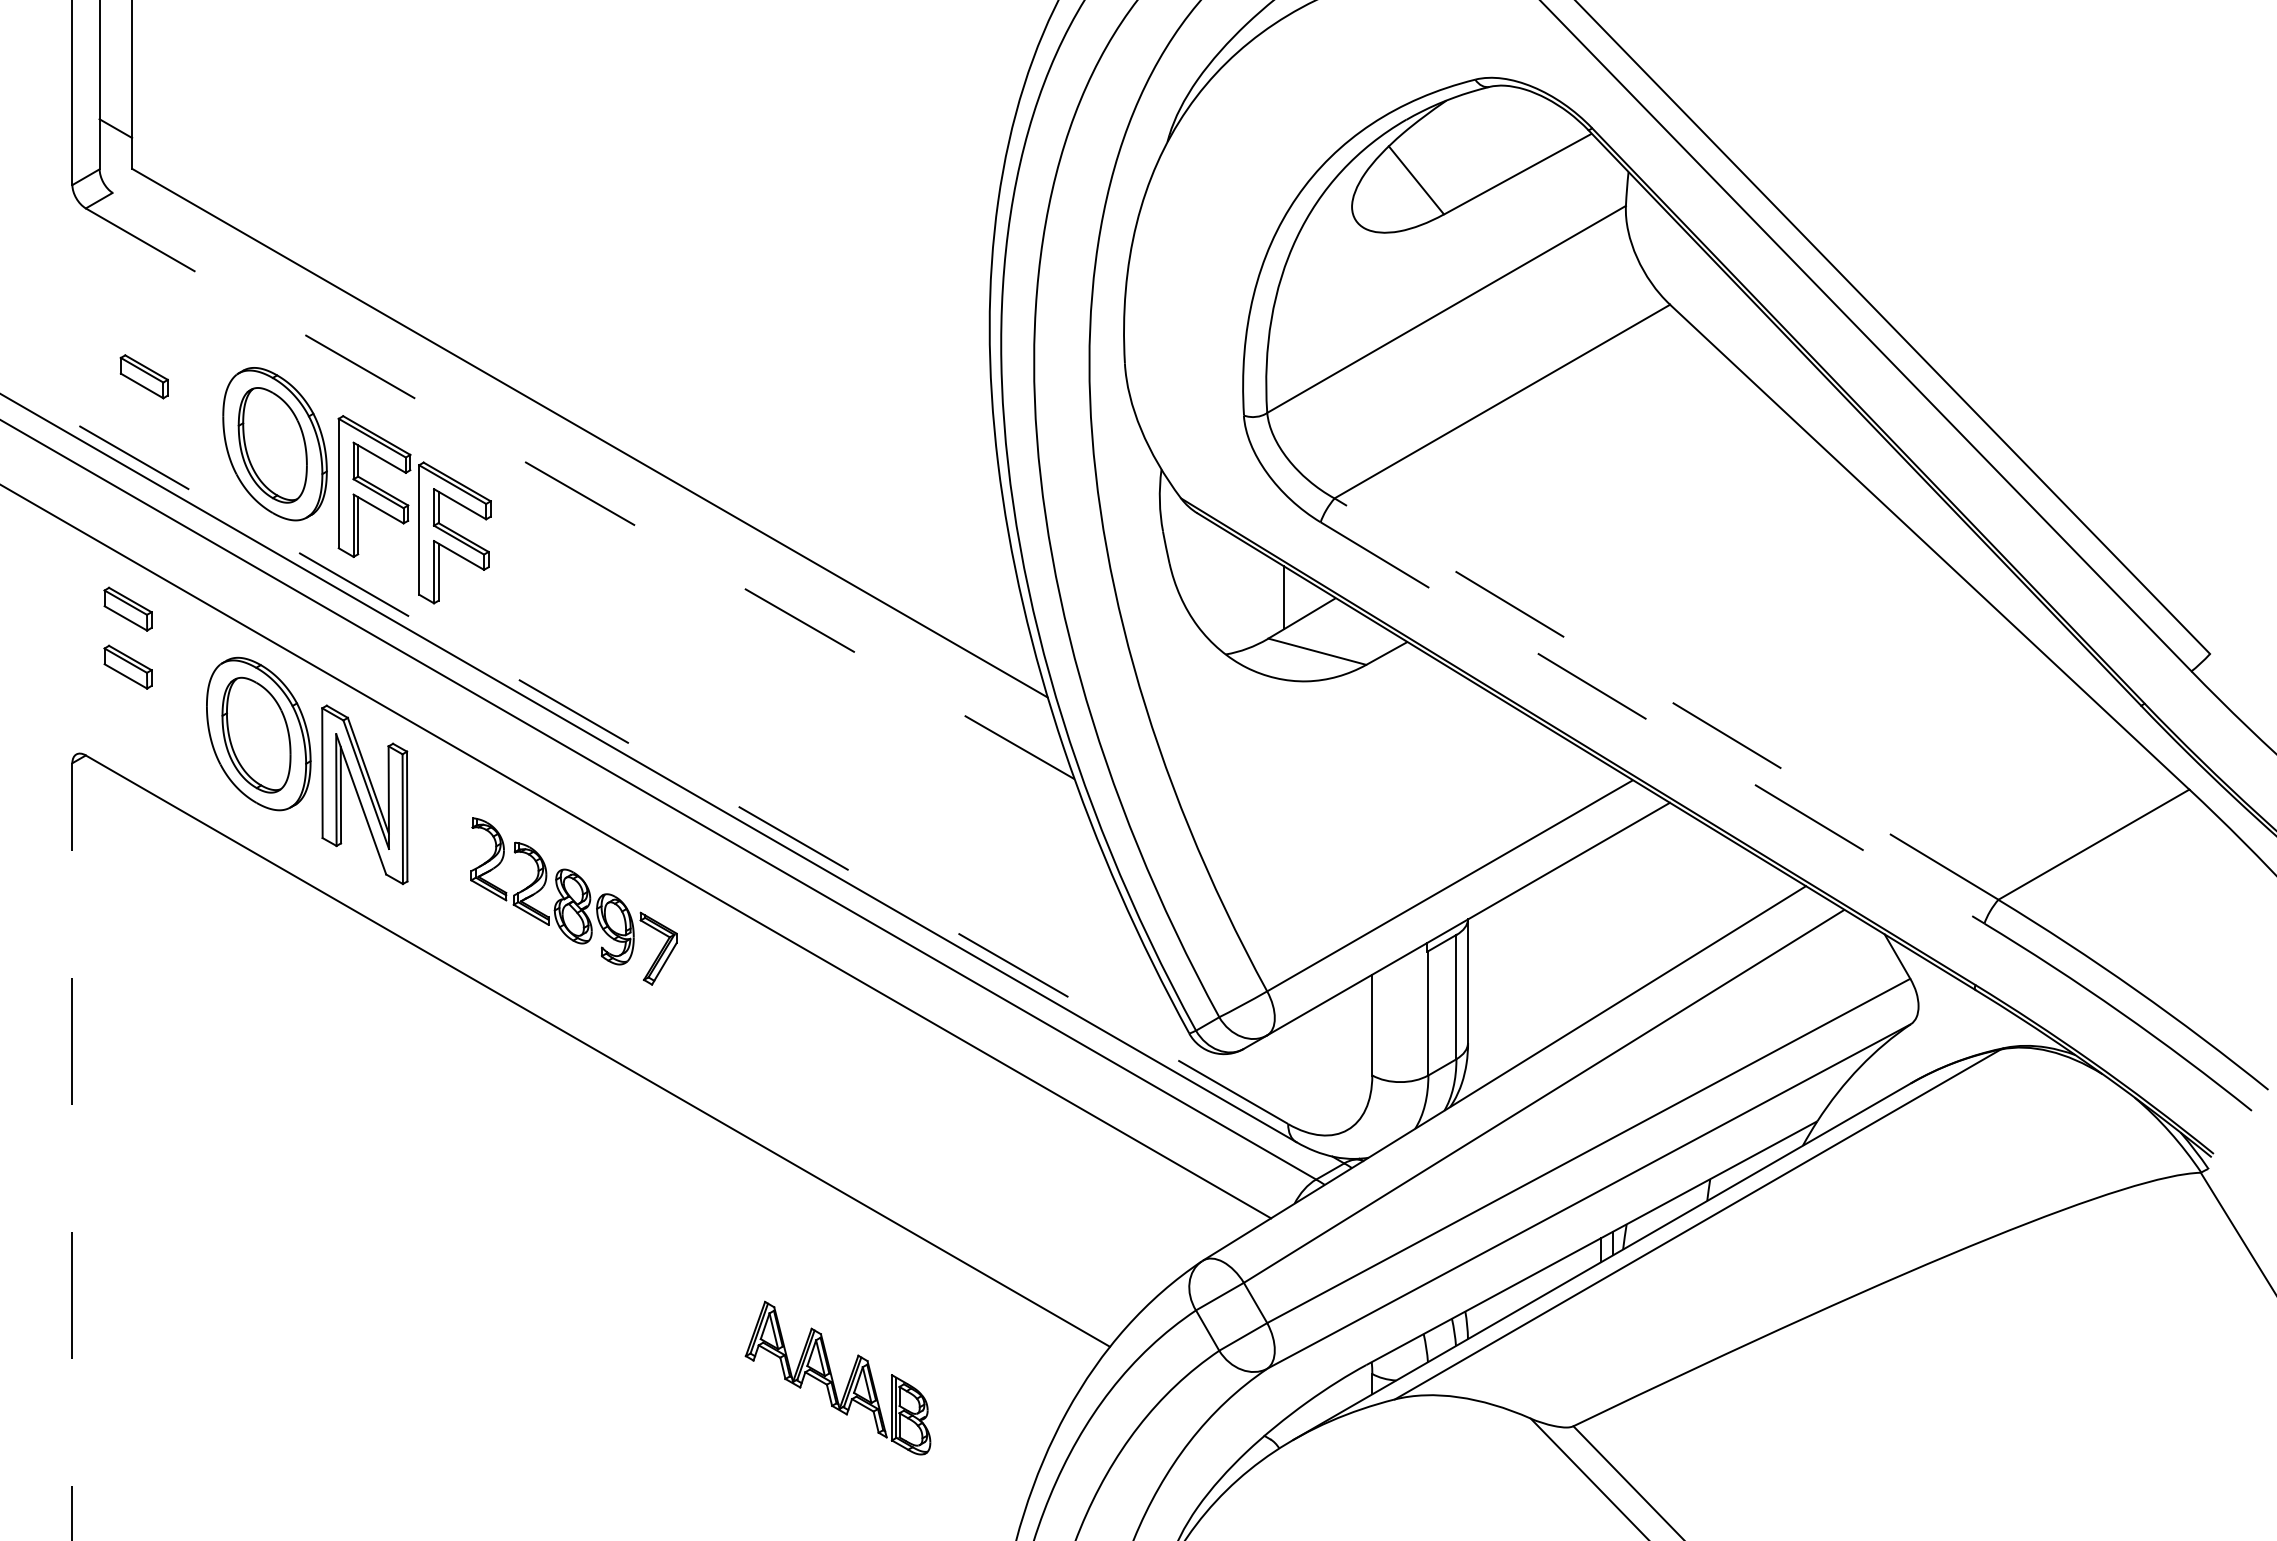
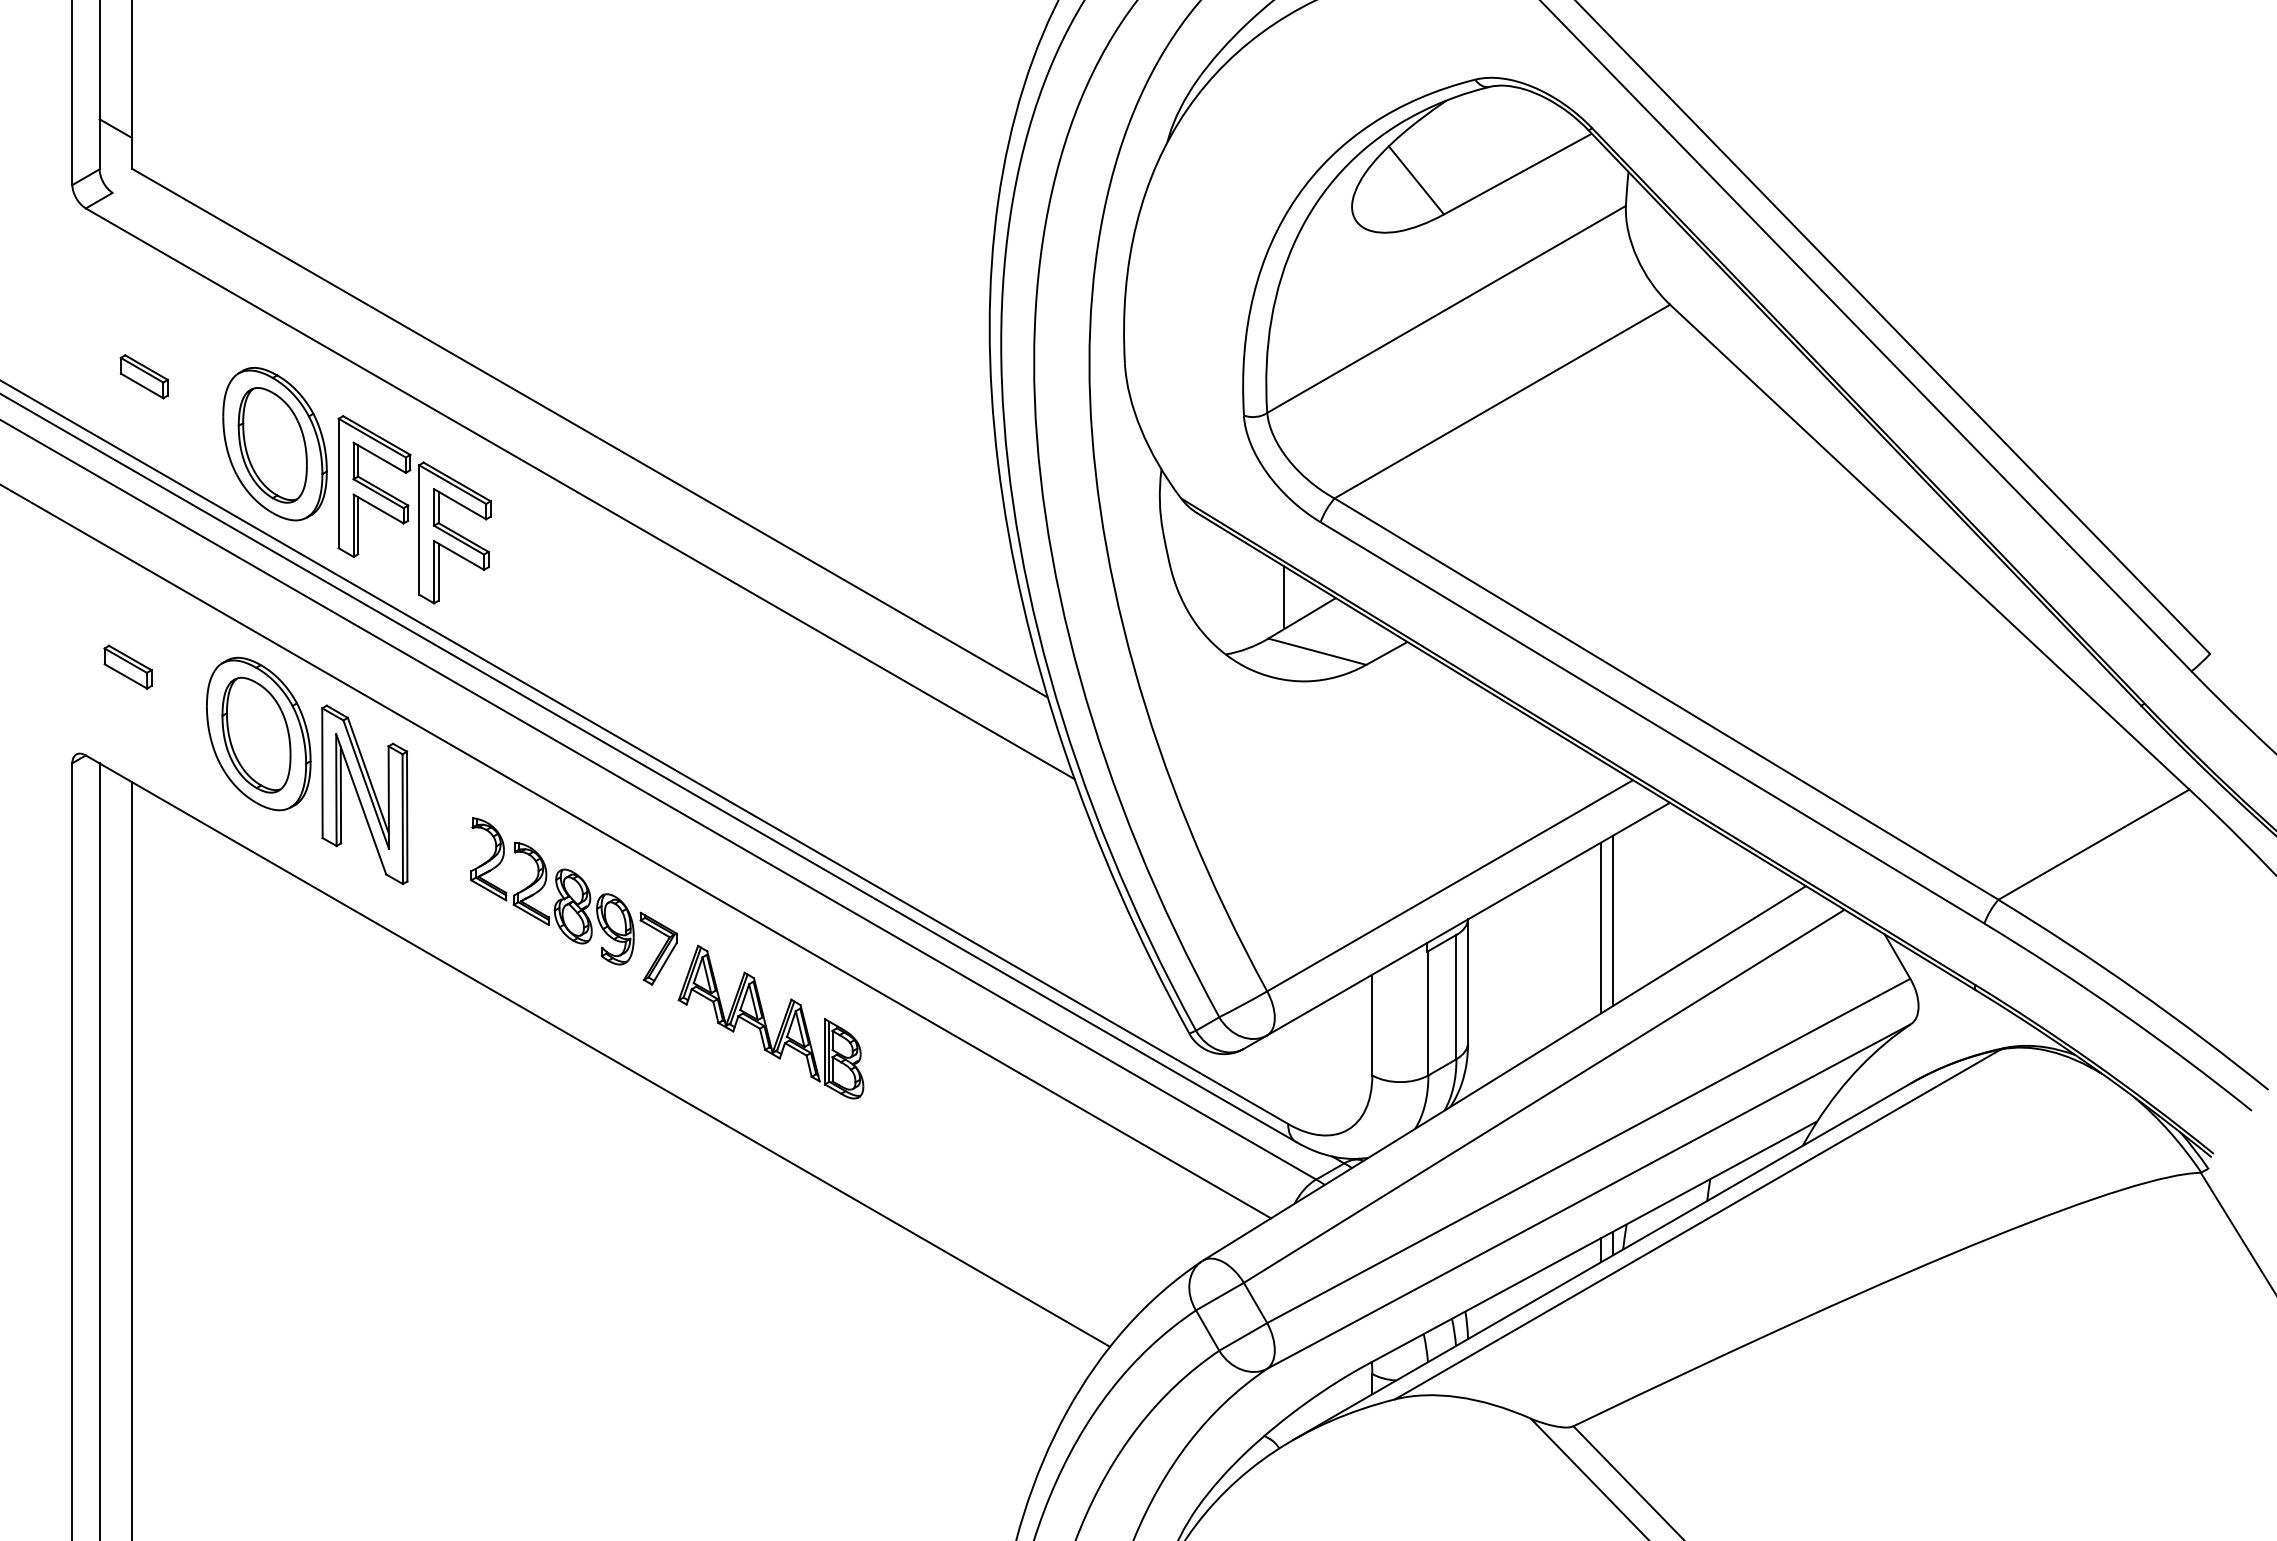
line at (580, 493): dashed -> solid
part at (127, 608): present -> none
line at (1666, 699): dashed -> solid
line at (1652, 722): dashed -> solid
line at (643, 752): dashed -> solid
line at (1612, 920): none -> present
line at (1601, 927): none -> present
line at (99, 1150): none -> present
line at (72, 1152): dashed -> solid
line at (132, 1159): none -> present
part at (837, 1377) position: (837, 1377) -> (770, 1021)
